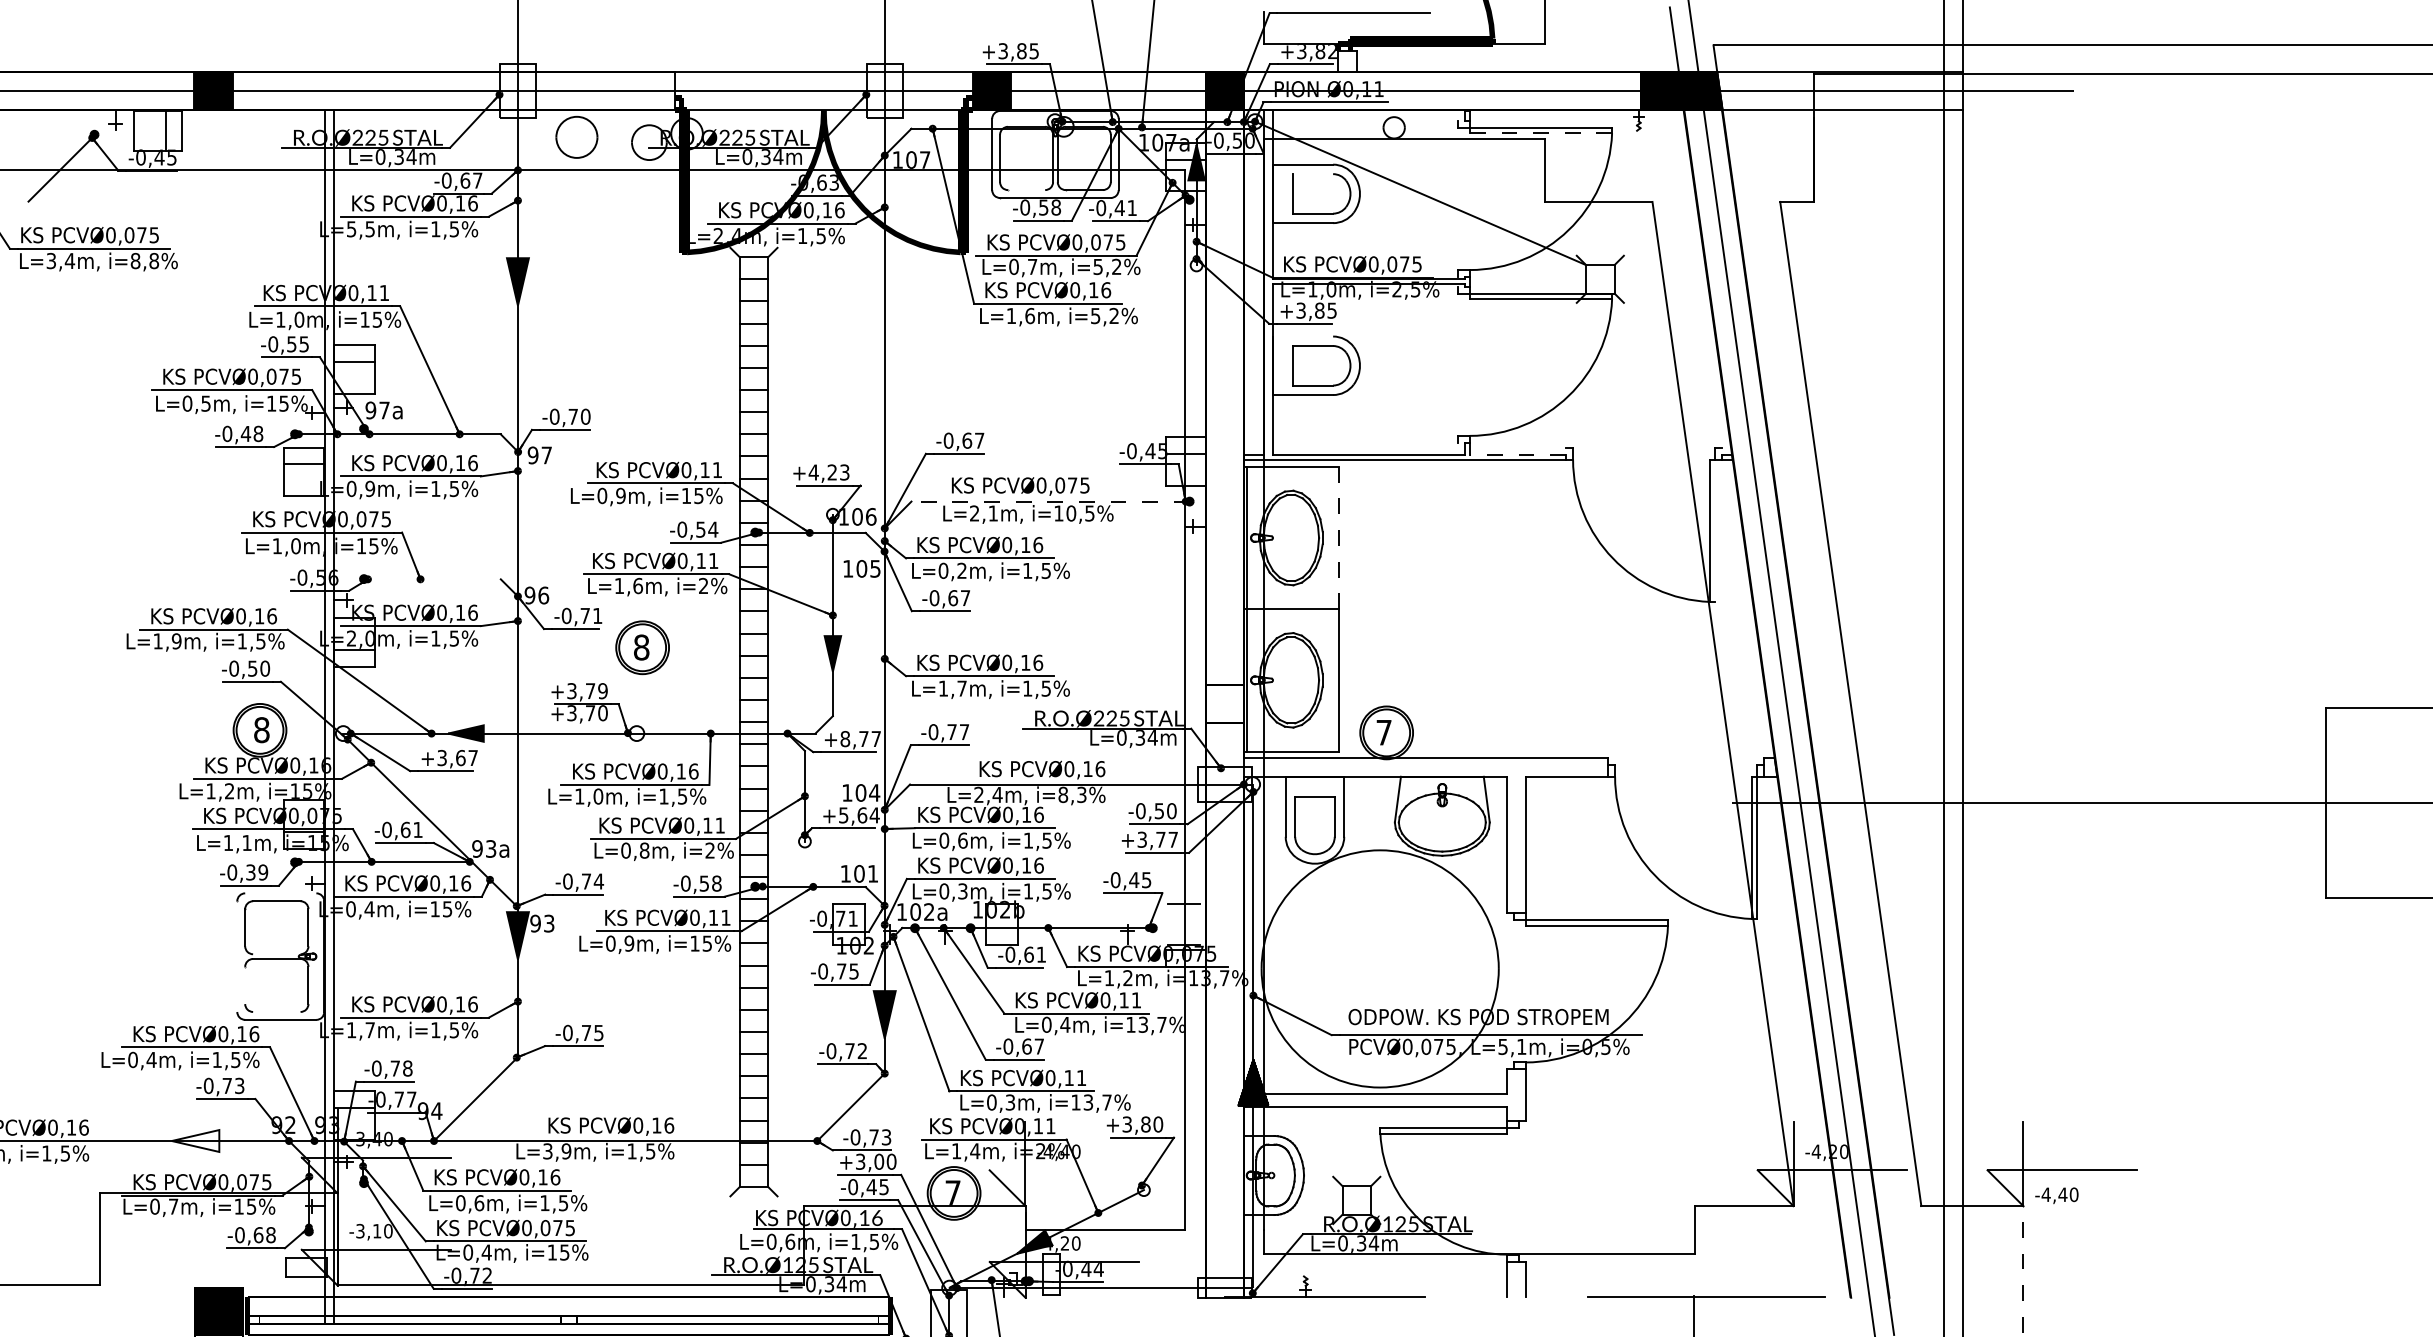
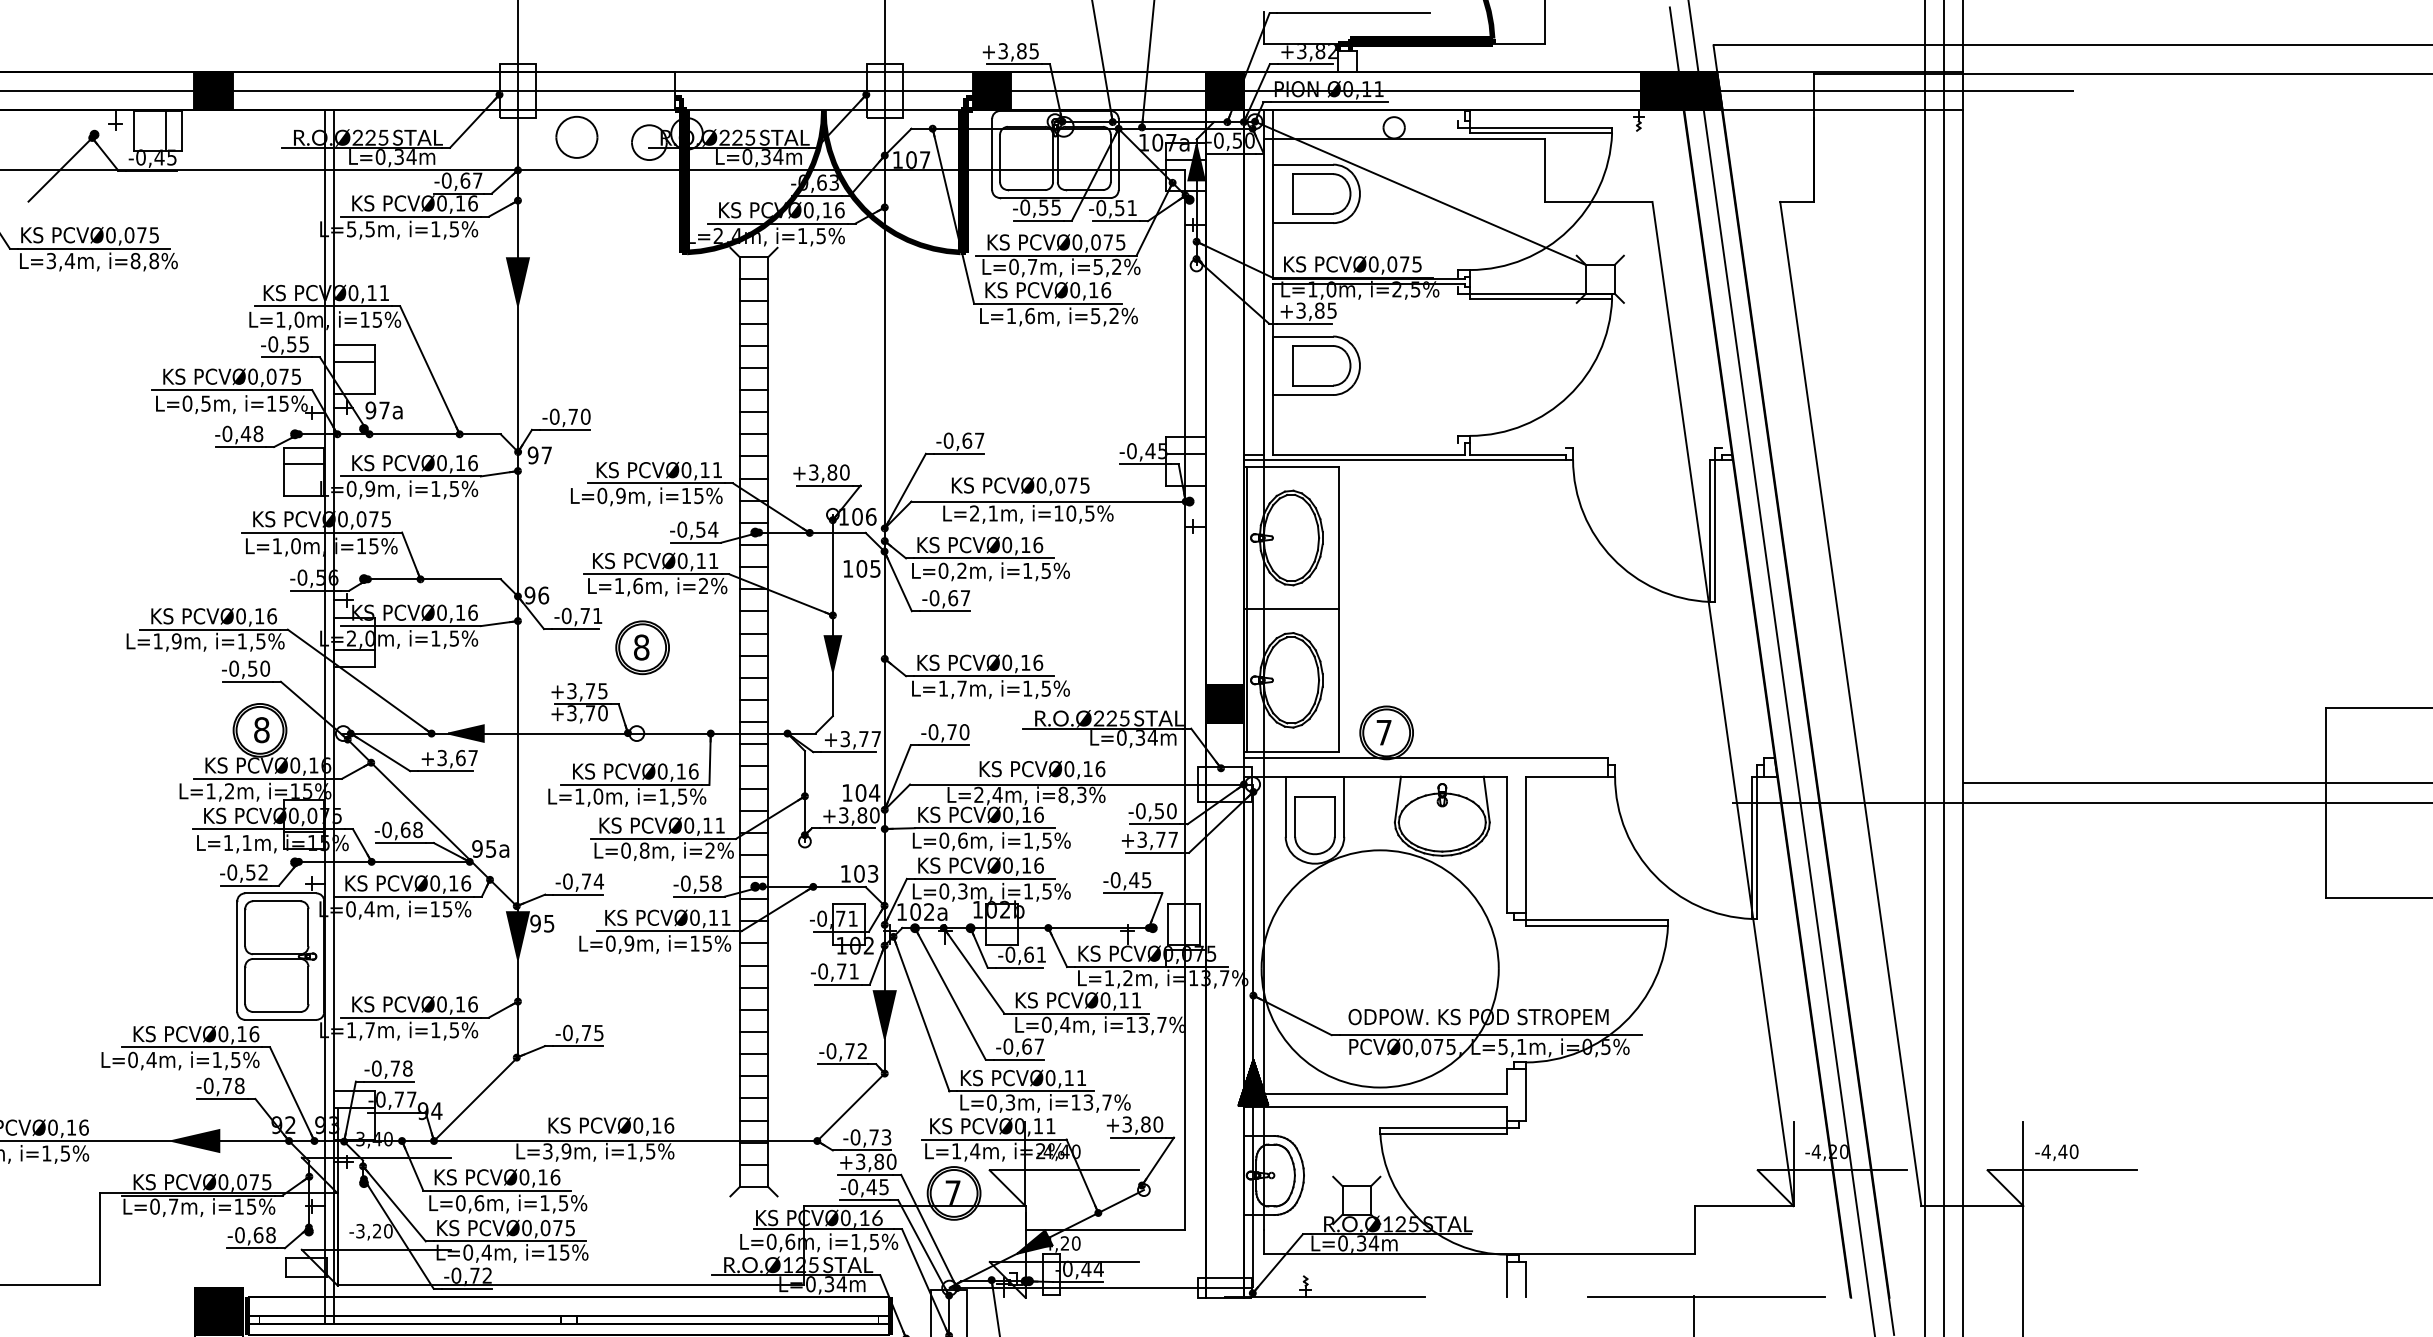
line at (1540, 133): dashed -> solid
line at (1312, 174): none -> present
line at (1026, 190): none -> present
text at (1056, 207): -0,58 -> -0,55
text at (1119, 208): -0,41 -> -0,51
line at (1303, 336): none -> present
line at (1517, 454): dashed -> solid
text at (828, 472): +4,23 -> +3,80
line at (1050, 501): dashed -> solid
line at (1715, 530): none -> present
line at (1338, 537): dashed -> solid
line at (432, 579): none -> present
line at (1925, 667): none -> present
text at (602, 690): +3,79 -> +3,75
fill at (1224, 703): none -> present
text at (964, 732): -0,77 -> -0,70
text at (845, 739): +8,77 -> +3,77
line at (2196, 783): none -> present
text at (859, 815): +5,64 -> +3,80
text at (417, 829): -0,61 -> -0,68
text at (491, 848): 93a -> 95a
text at (257, 872): -0,39 -> -0,52
text at (873, 873): 101 -> 103
line at (280, 893): none -> present
text at (549, 922): 93 -> 95
line at (1168, 924): none -> present
line at (1200, 924): none -> present
line at (276, 954): none -> present
line at (237, 956): none -> present
text at (853, 971): -0,75 -> -0,71
line at (245, 985): none -> present
line at (276, 1011): none -> present
text at (239, 1085): -0,73 -> -0,78
fill at (195, 1140): none -> present
text at (879, 1161): +3,00 -> +3,80
line at (1064, 1170): none -> present
text at (2056, 1195) position: (2056, 1195) -> (2056, 1152)
text at (377, 1230): -3,10 -> -3,20
line at (2023, 1270): dashed -> solid
